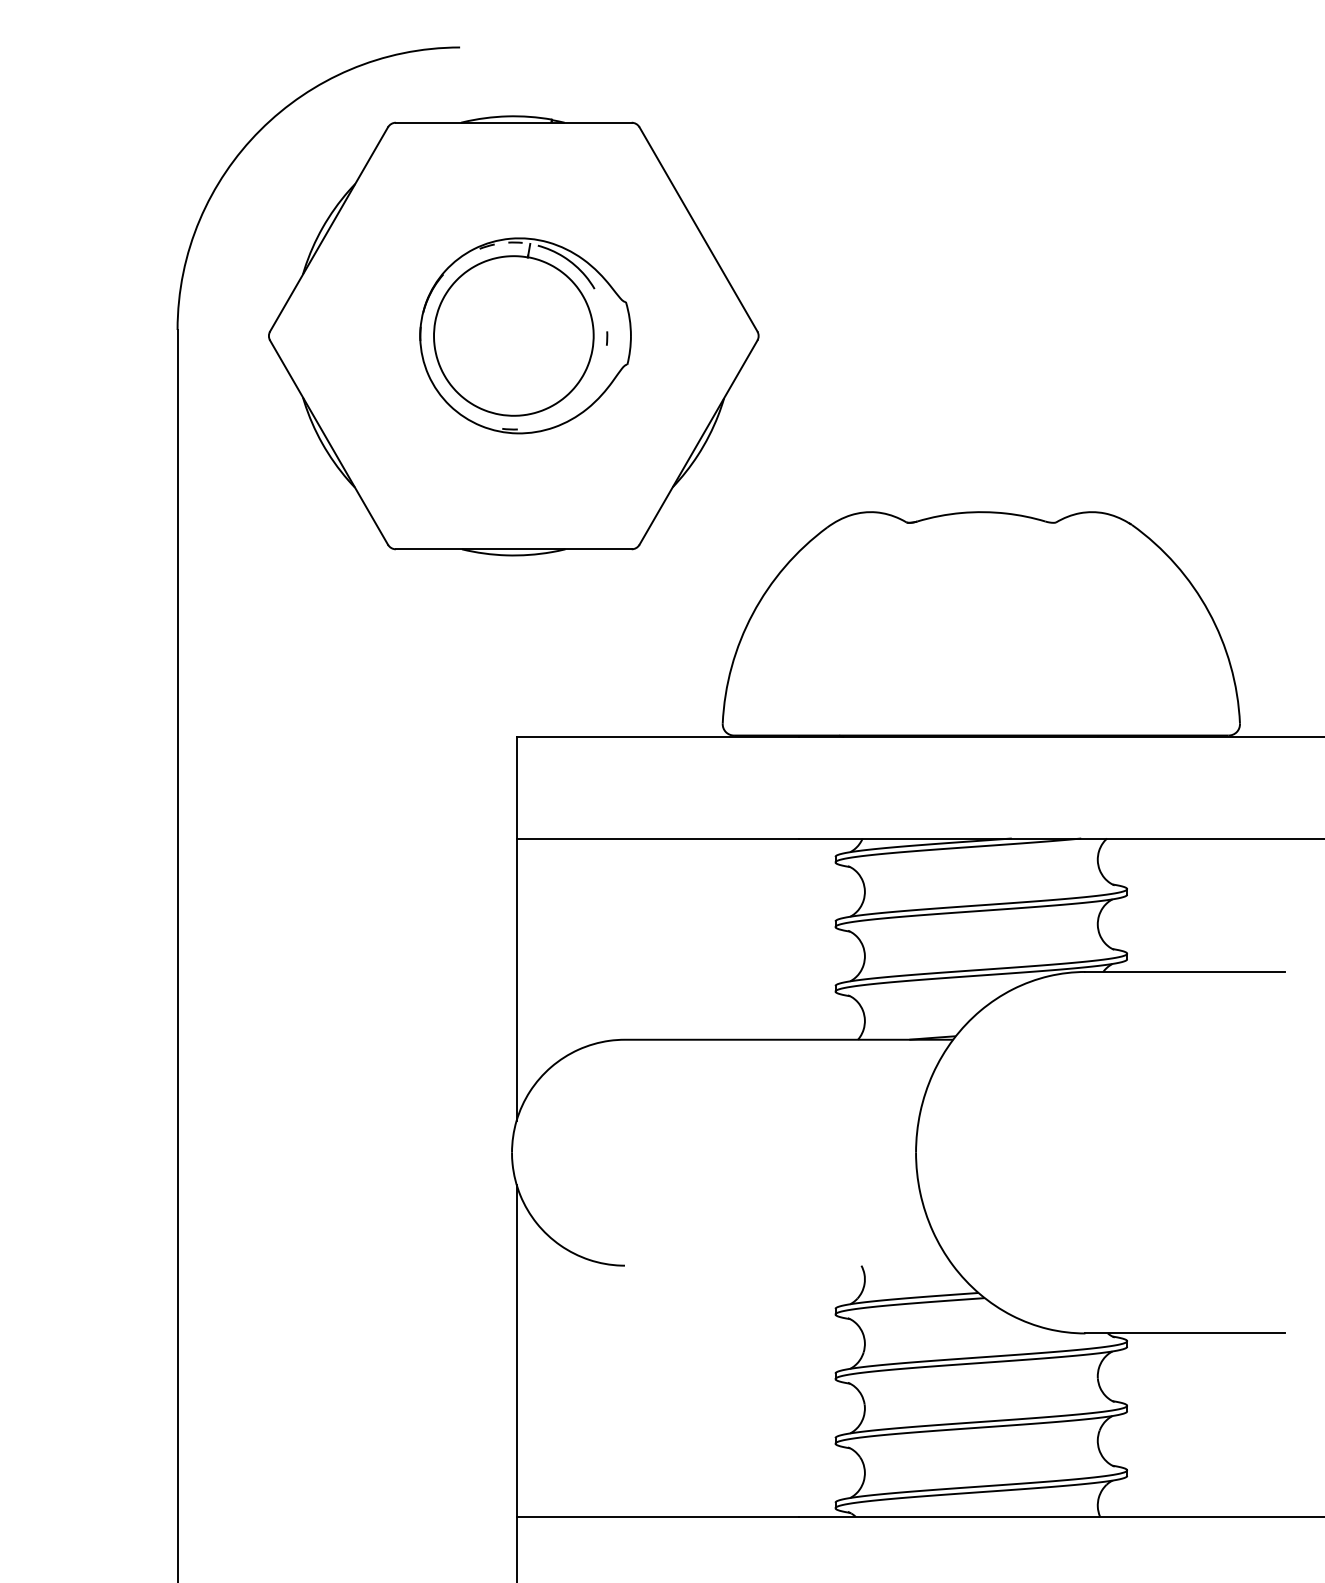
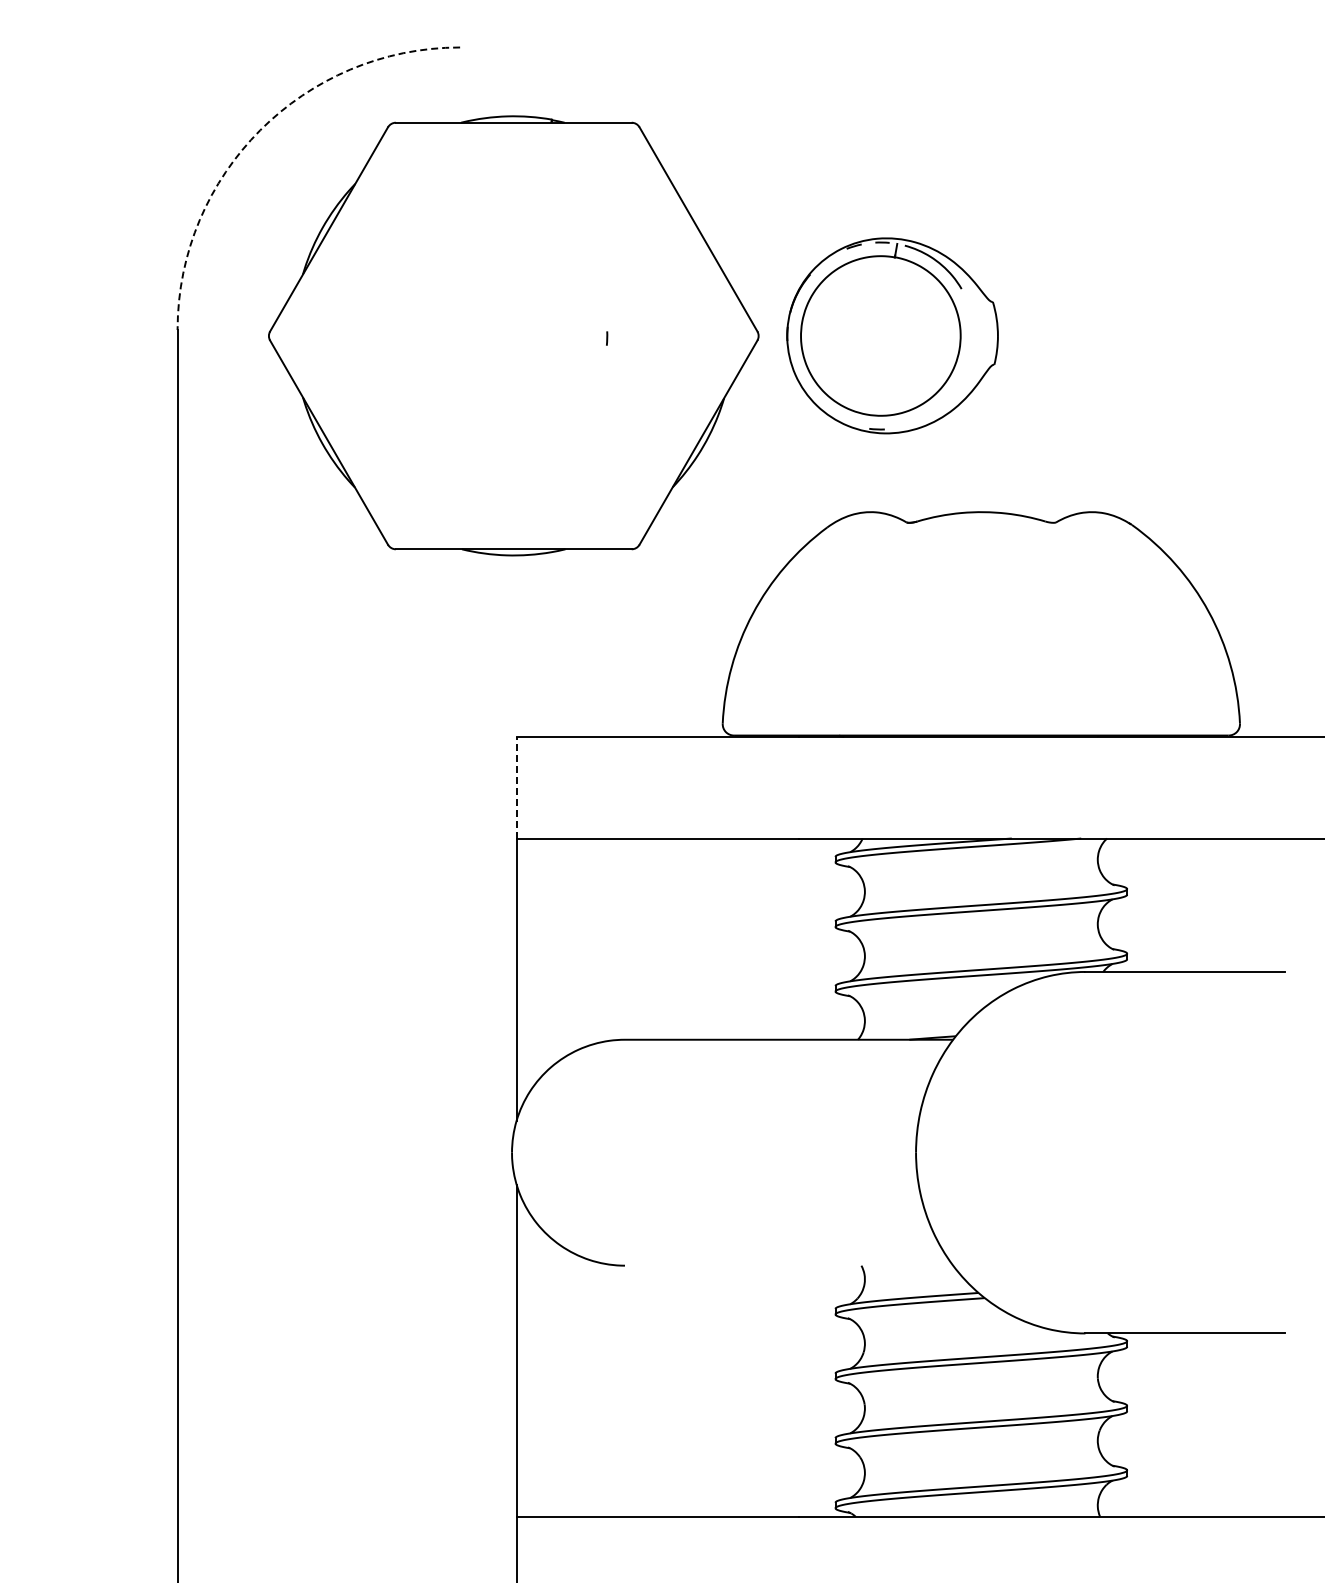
arc at (260, 130): solid -> dashed
part at (525, 335) position: (525, 335) -> (892, 335)
line at (516, 787): solid -> dashed
